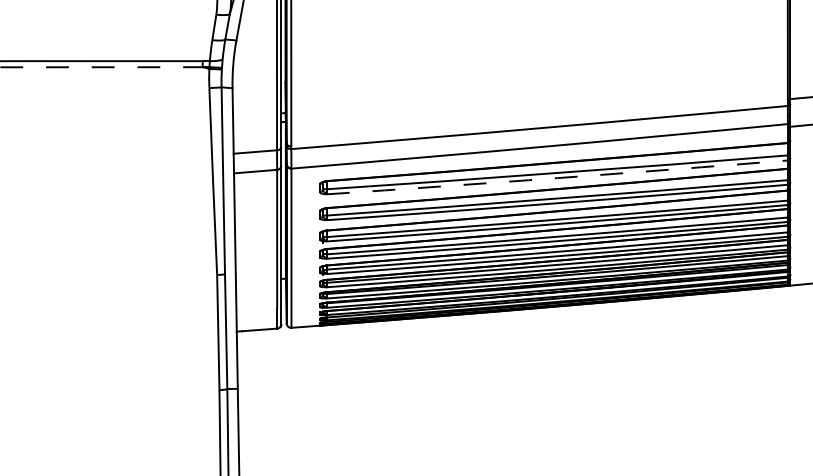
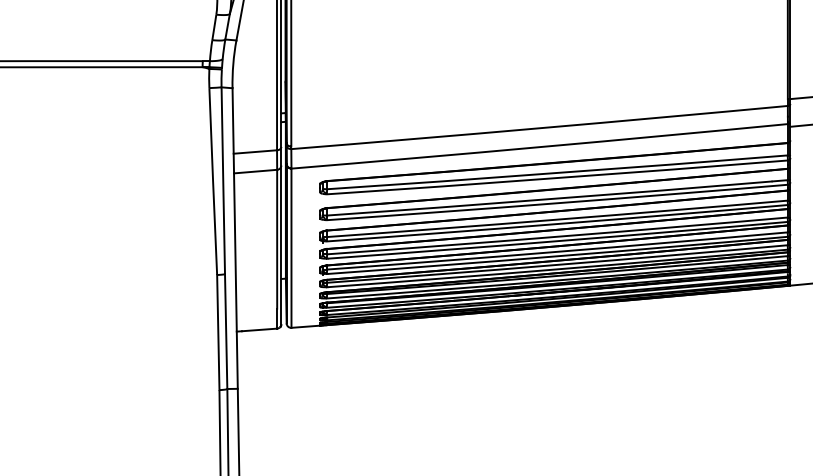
line at (101, 67): dashed -> solid
arc at (557, 178): dashed -> solid
